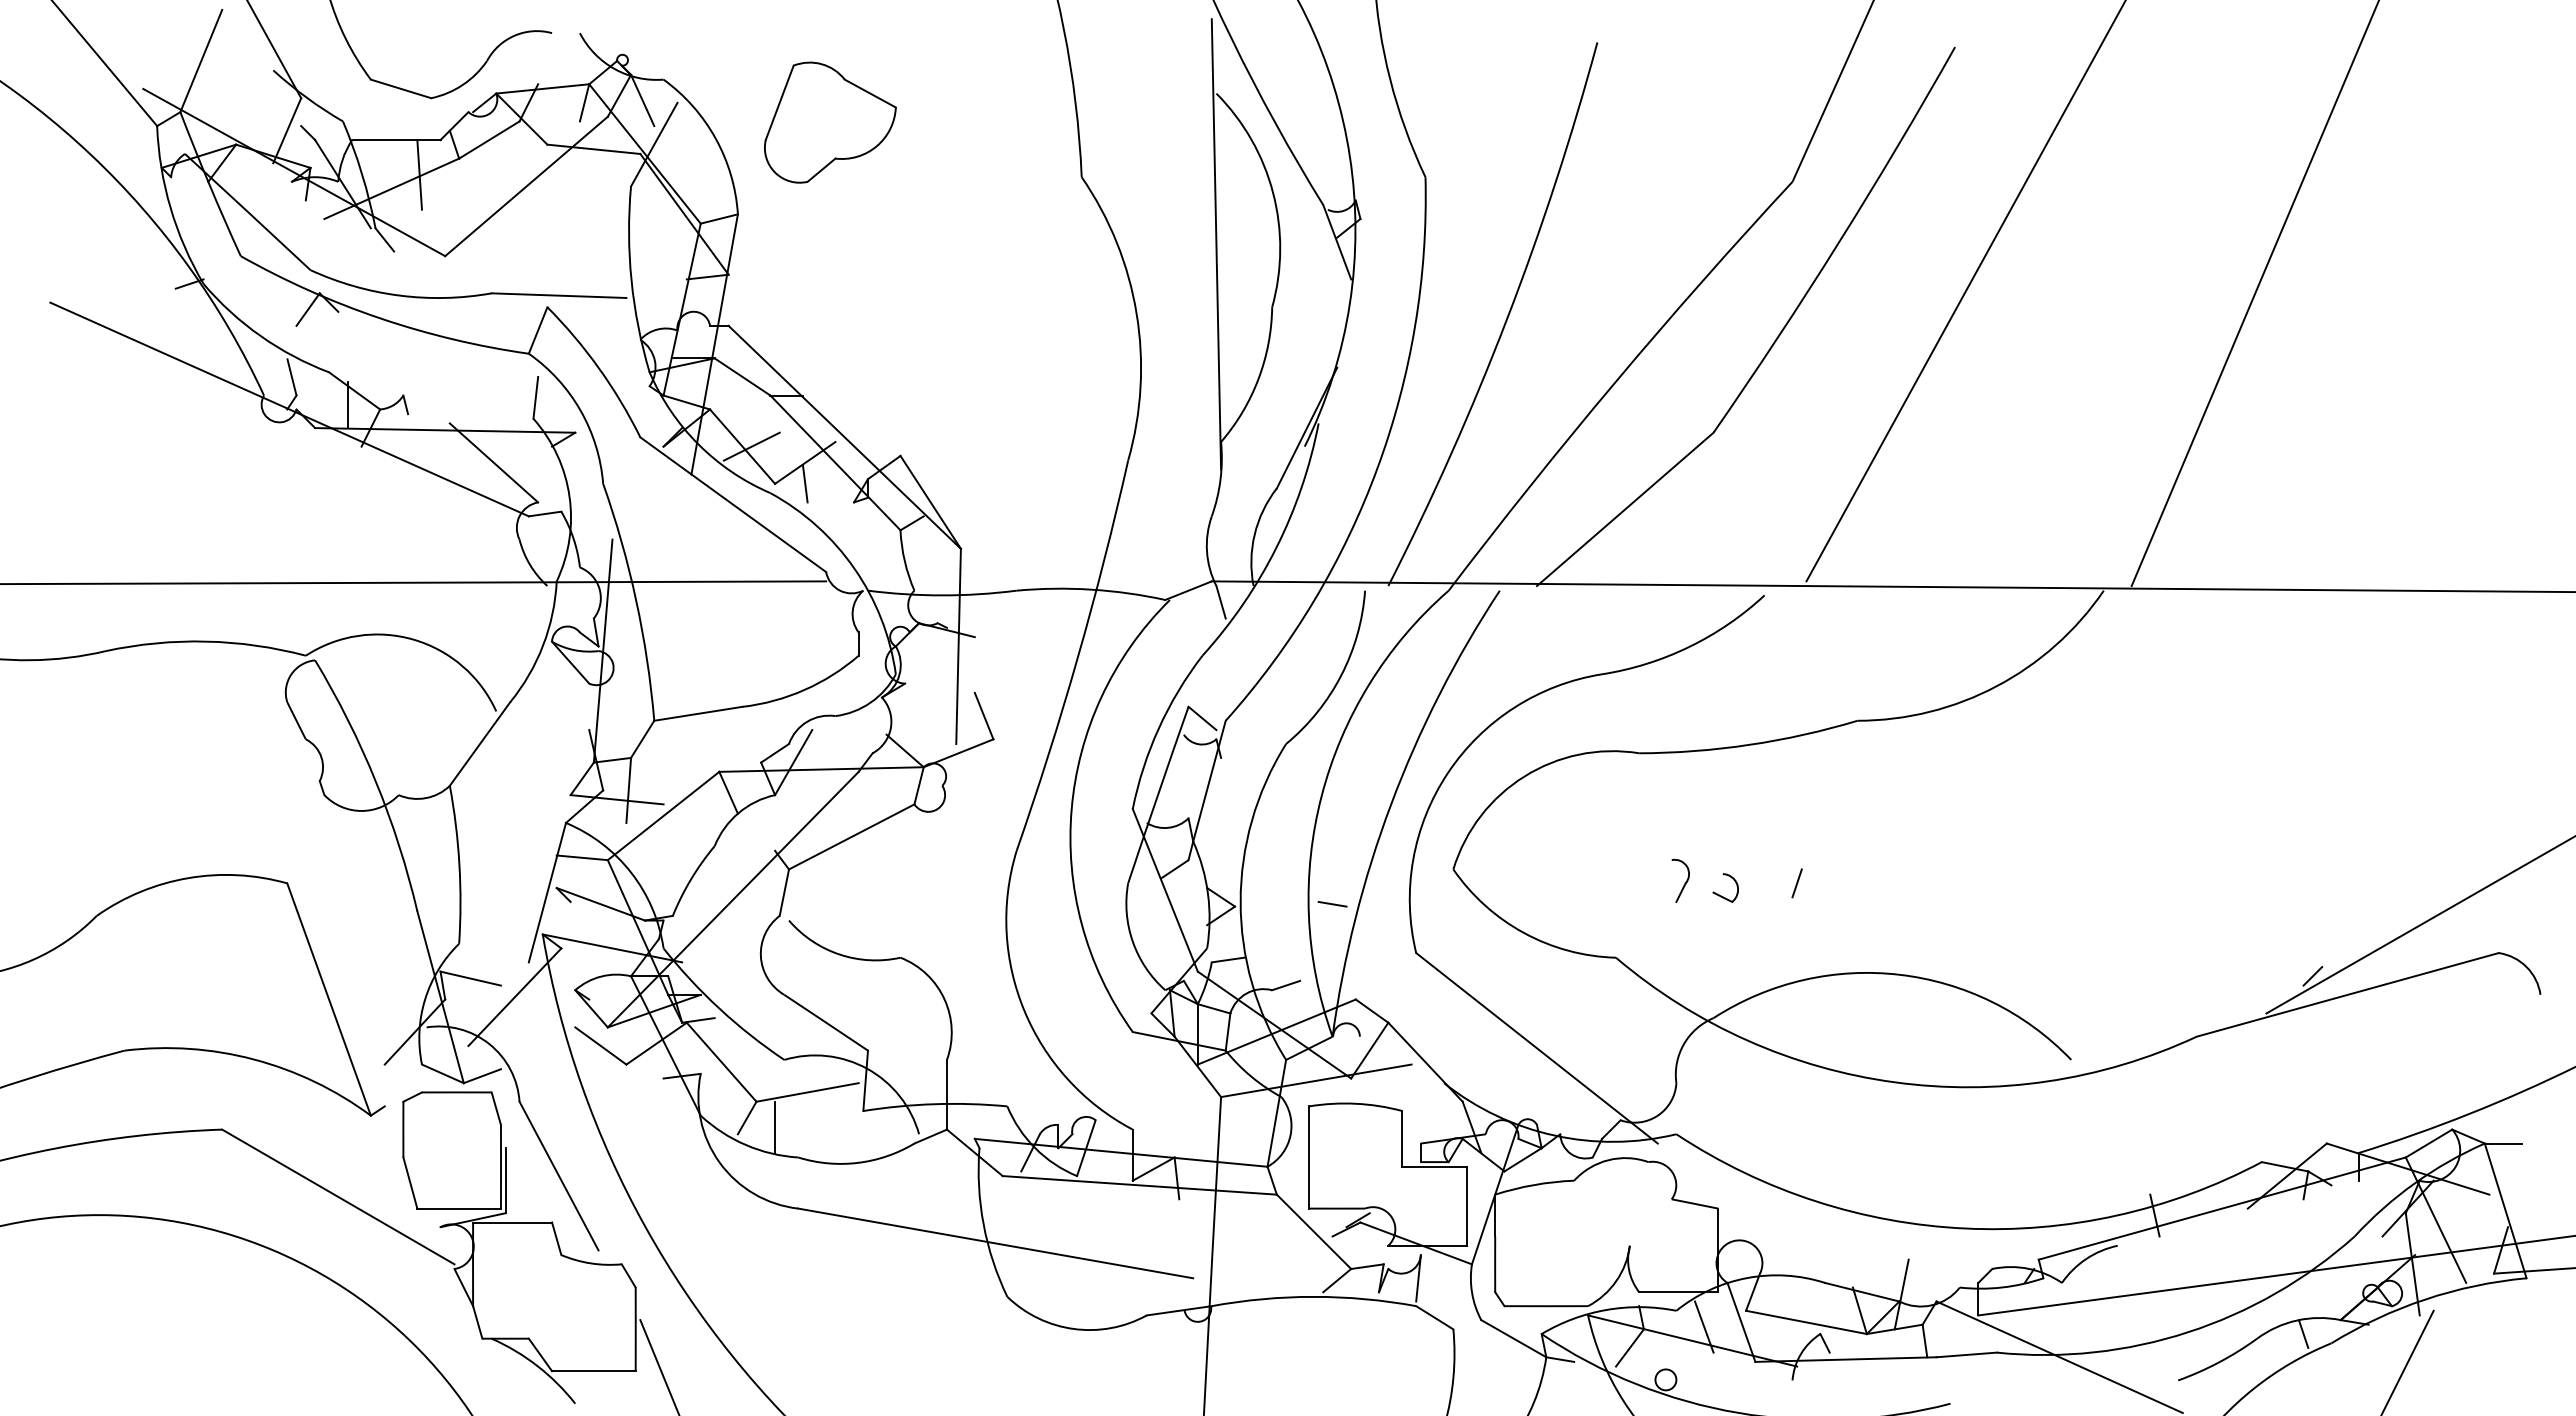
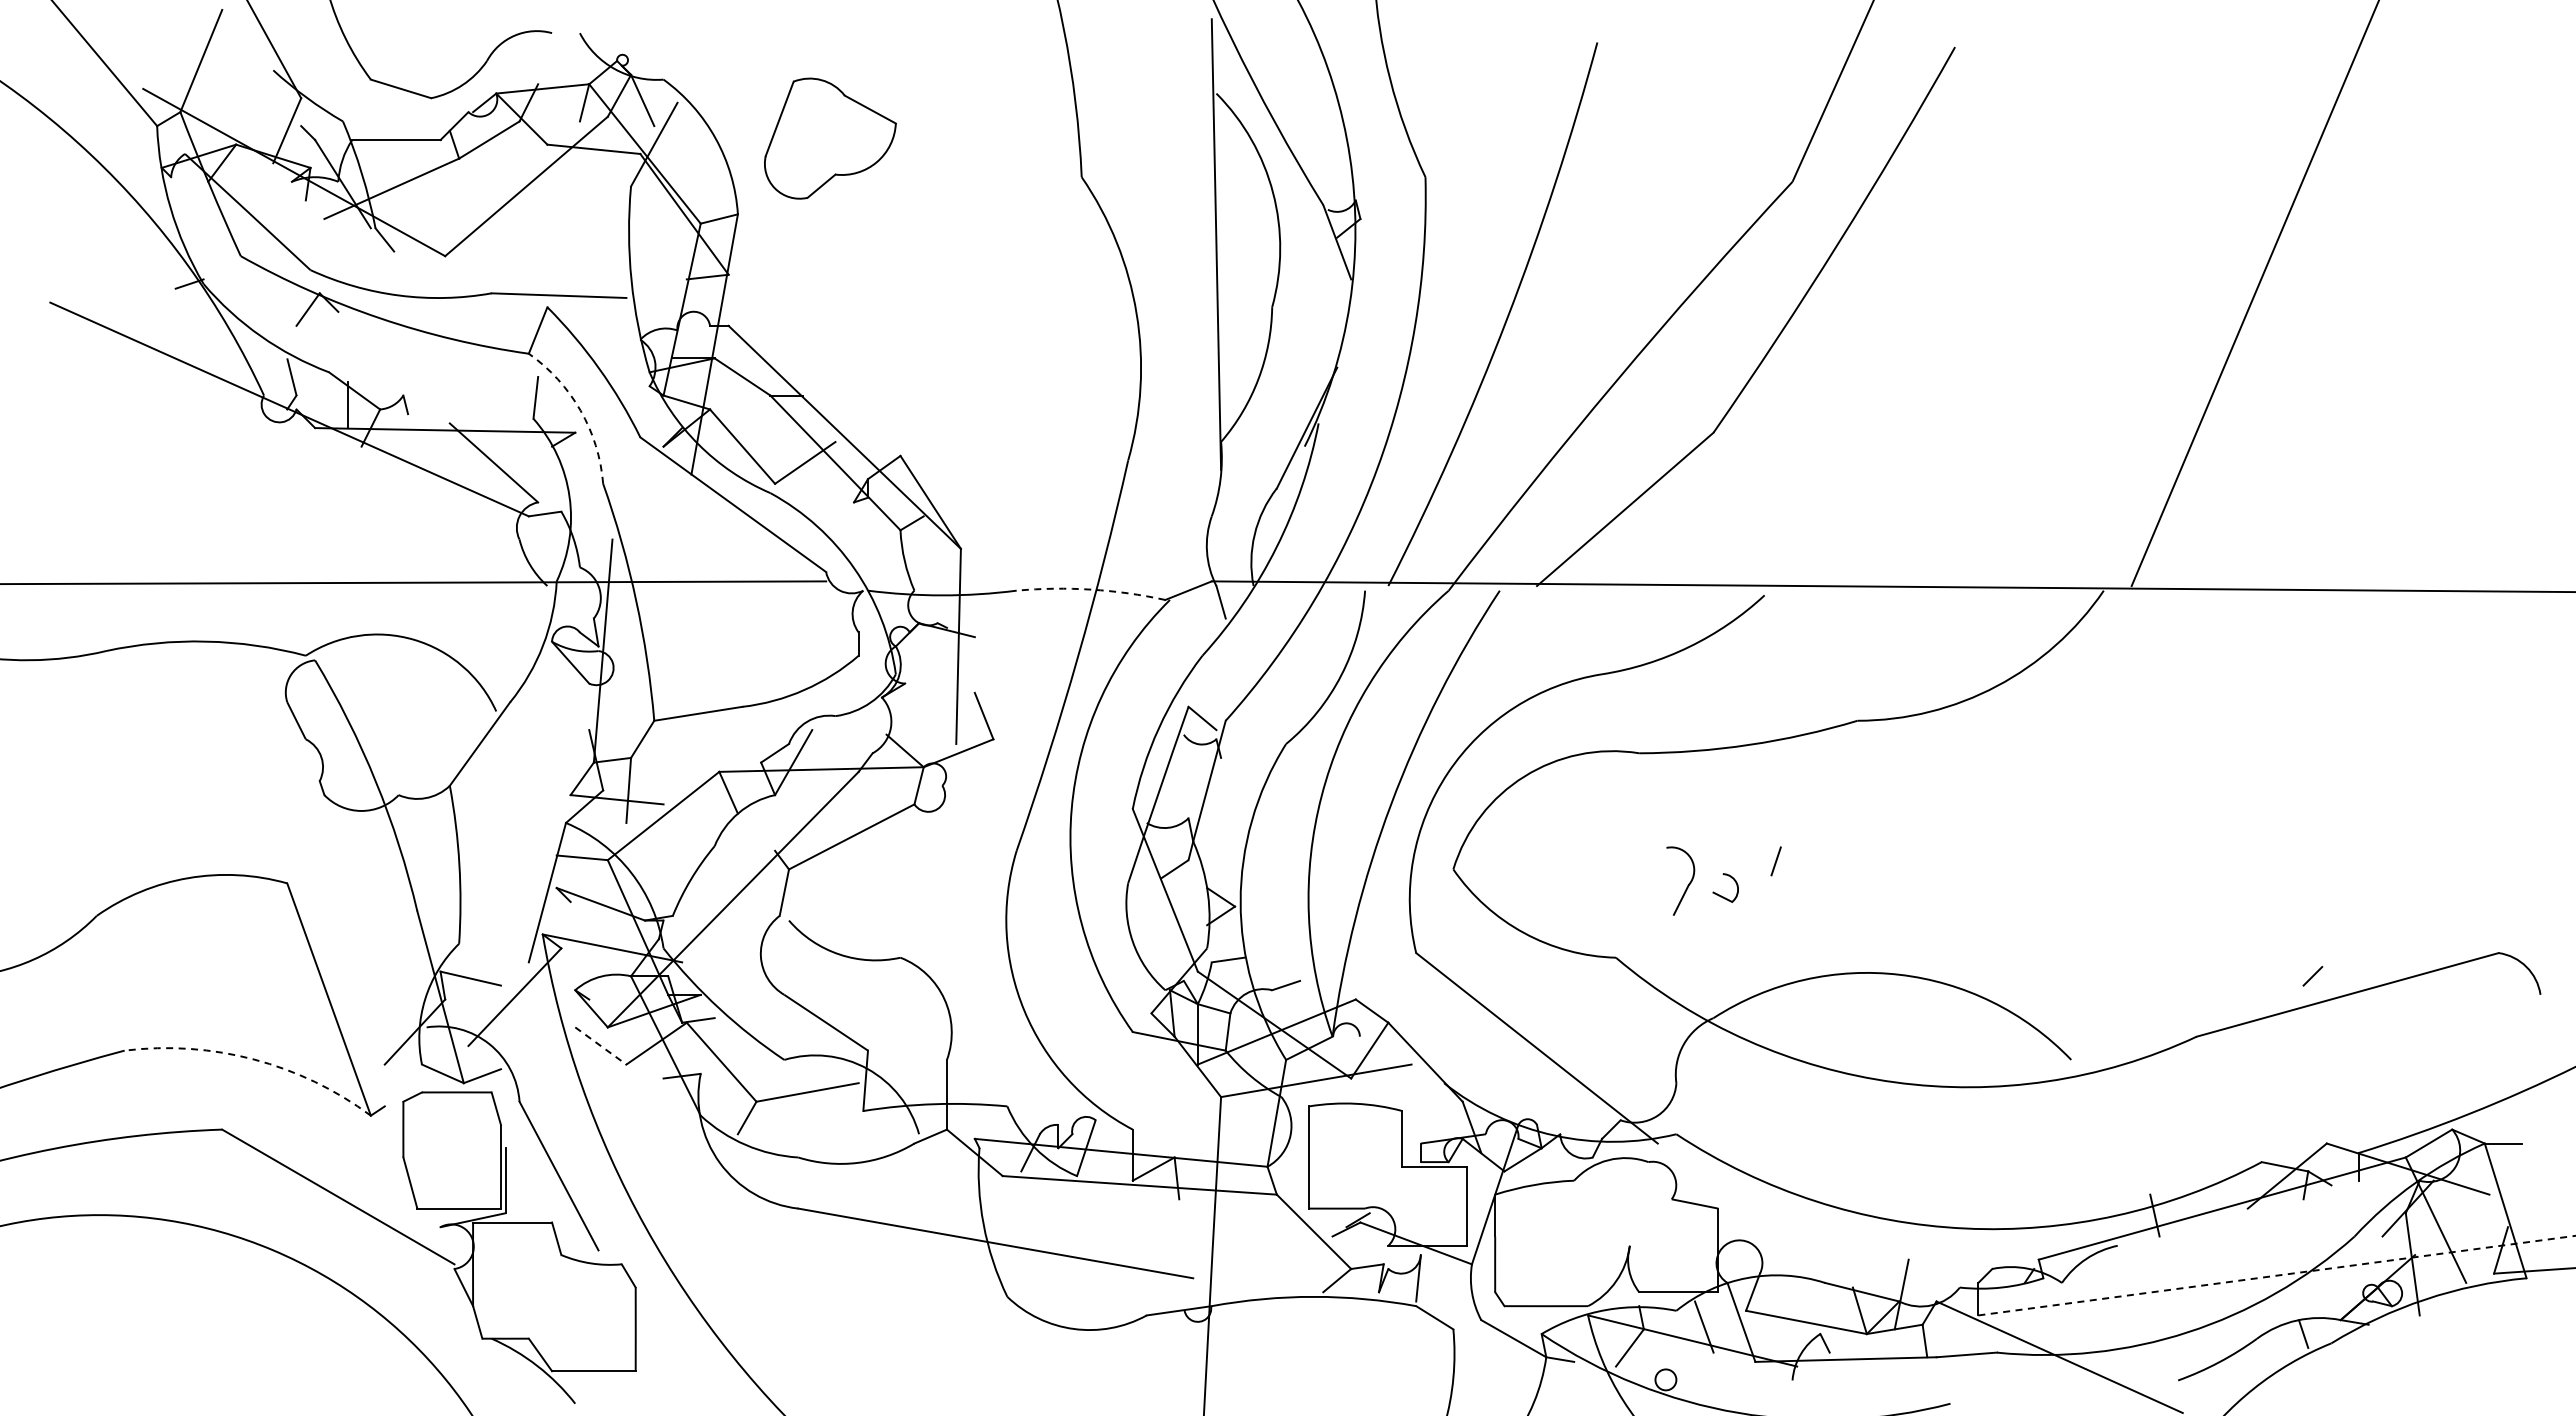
part at (830, 122) position: (830, 122) -> (830, 138)
line at (419, 174): present -> none
line at (1965, 291): present -> none
arc at (580, 410): solid -> dashed
line at (751, 446): present -> none
line at (804, 483): present -> none
arc at (1091, 589): solid -> dashed
part at (1680, 880) size: 19x45 px -> 30x70 px
line at (1796, 883) position: (1796, 883) -> (1775, 861)
line at (1332, 904): present -> none
line at (2419, 925): present -> none
line at (600, 1045): solid -> dashed
arc at (254, 1059): solid -> dashed
line at (775, 1126): present -> none
line at (2277, 1275): solid -> dashed
line at (2407, 1361): present -> none
line at (658, 1366): present -> none
